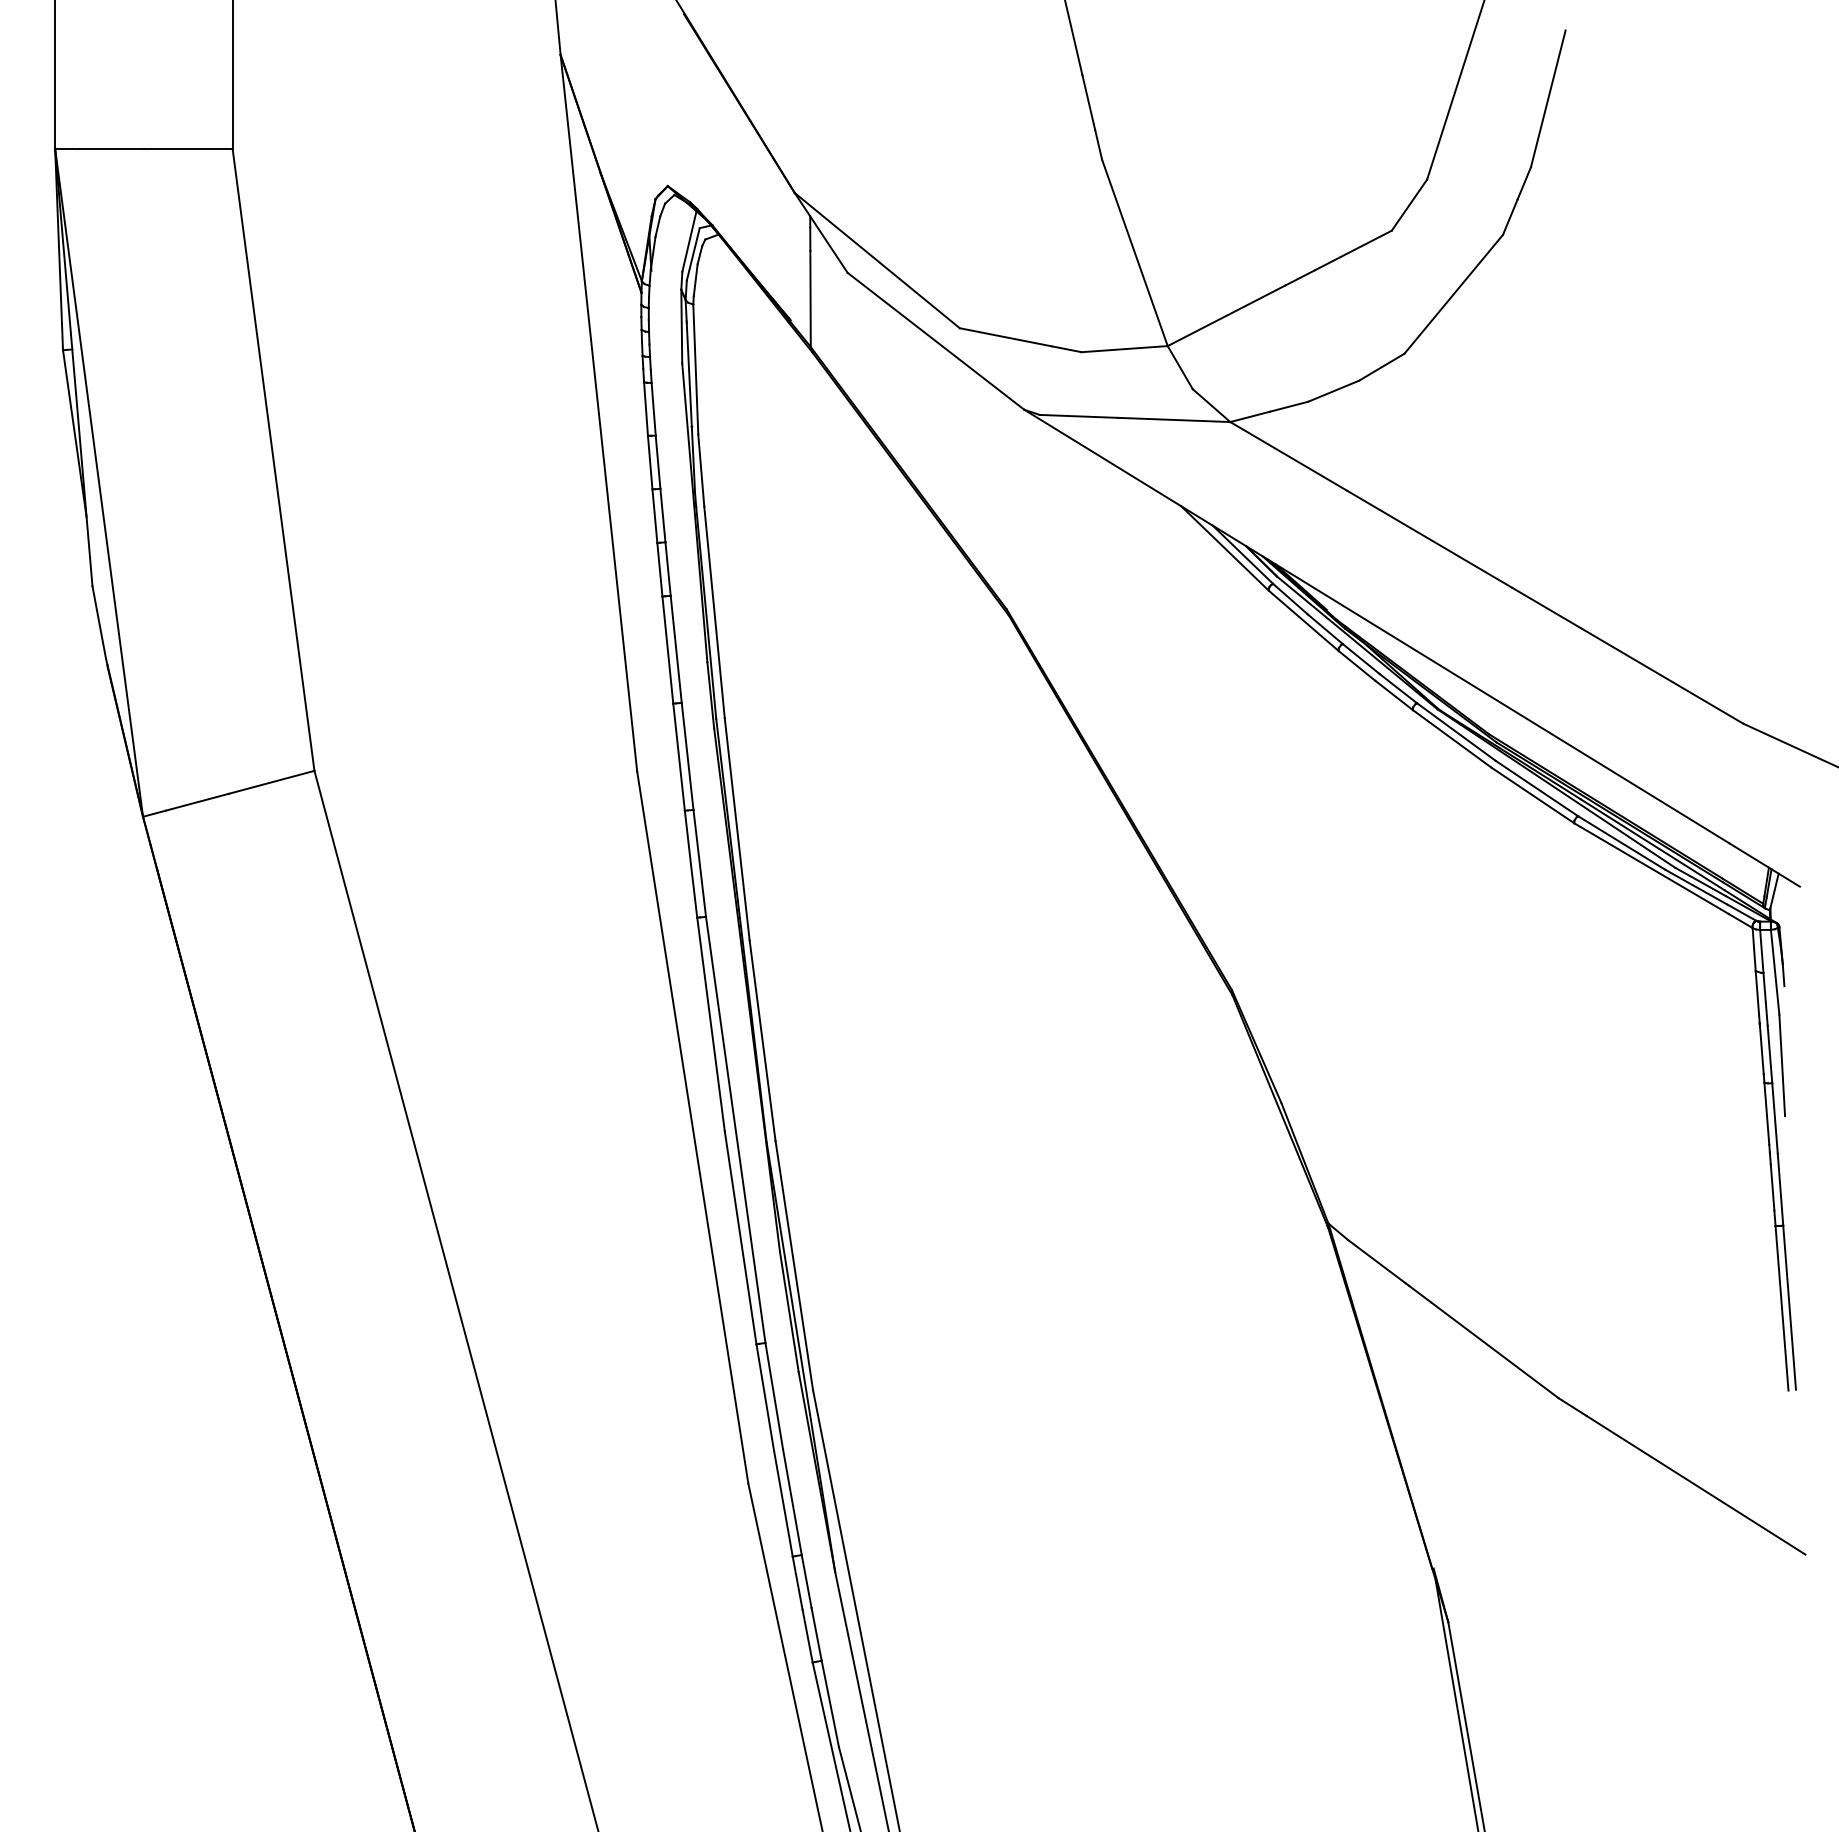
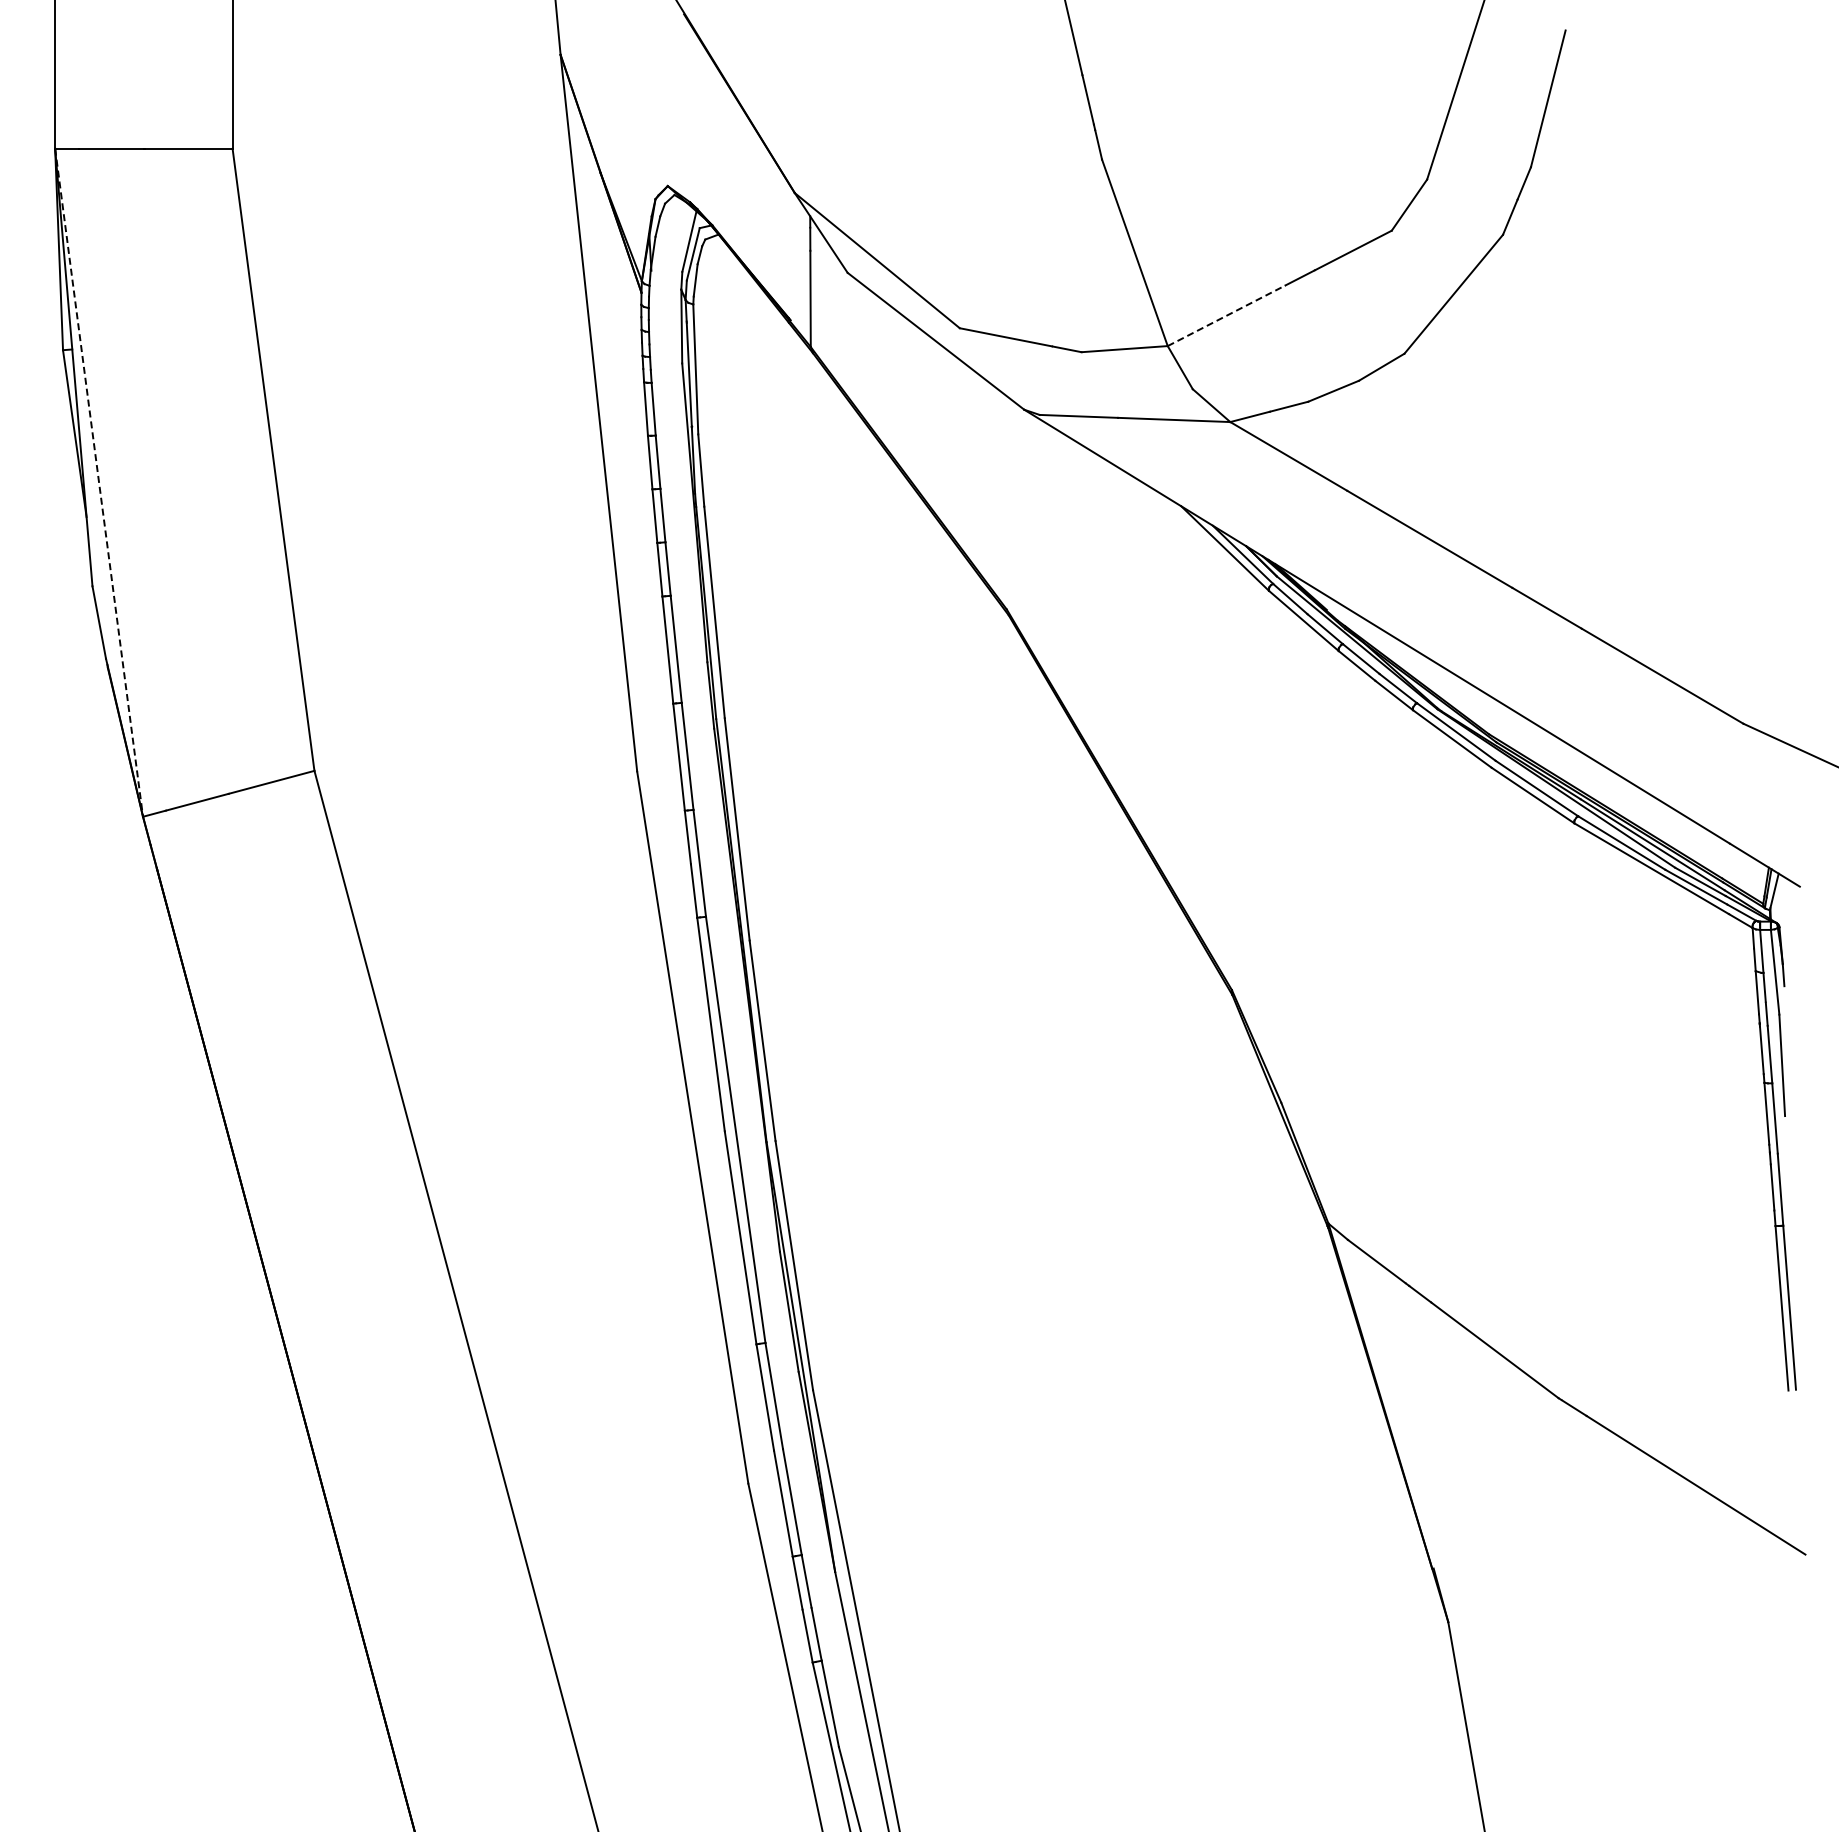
line at (1227, 315): solid -> dashed
line at (99, 482): solid -> dashed
line at (1456, 1704): present -> none
